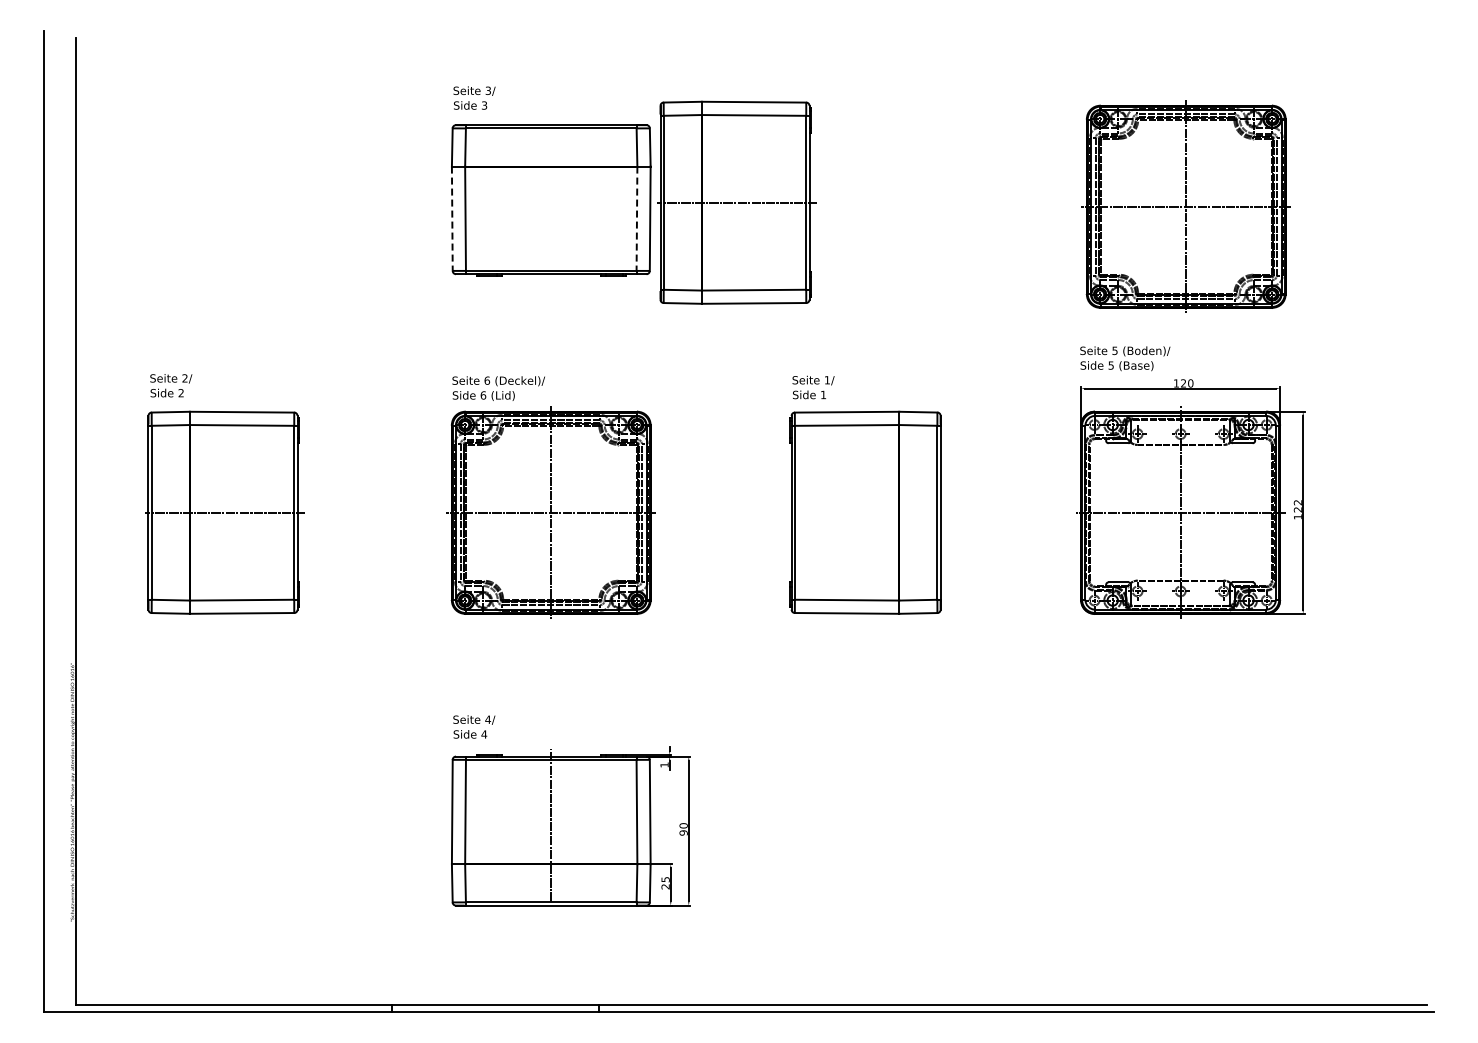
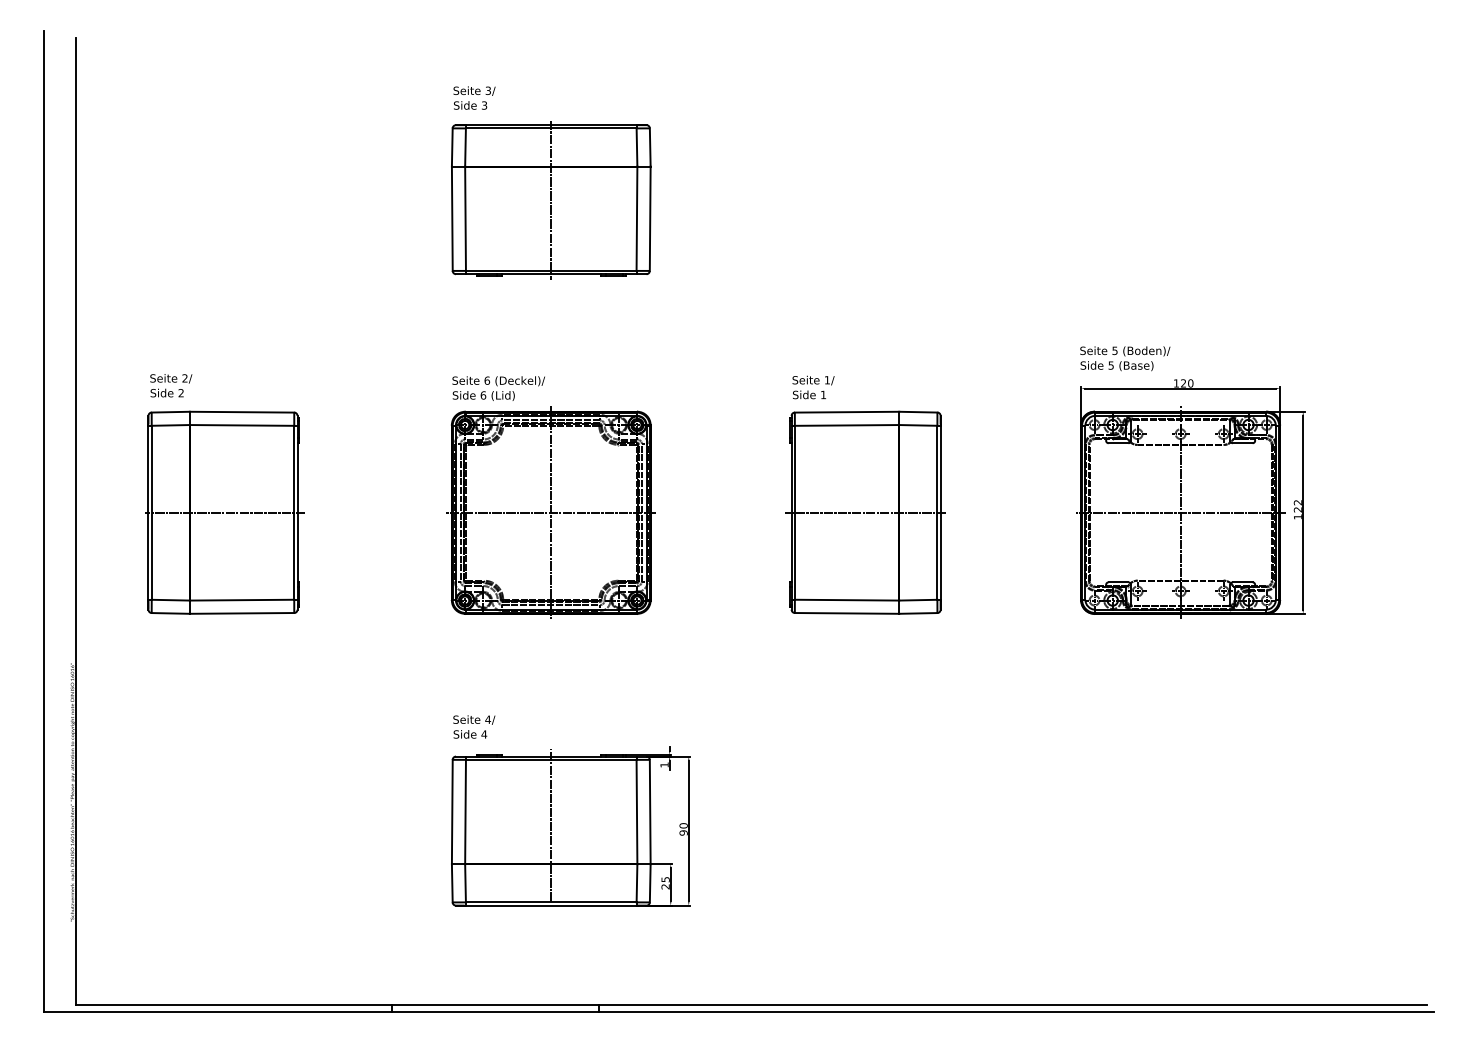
line at (551, 200): none -> present
part at (736, 202): present -> none
part at (1185, 206): present -> none
line at (452, 219): dashed -> solid
line at (636, 219): dashed -> solid
line at (864, 512): none -> present
